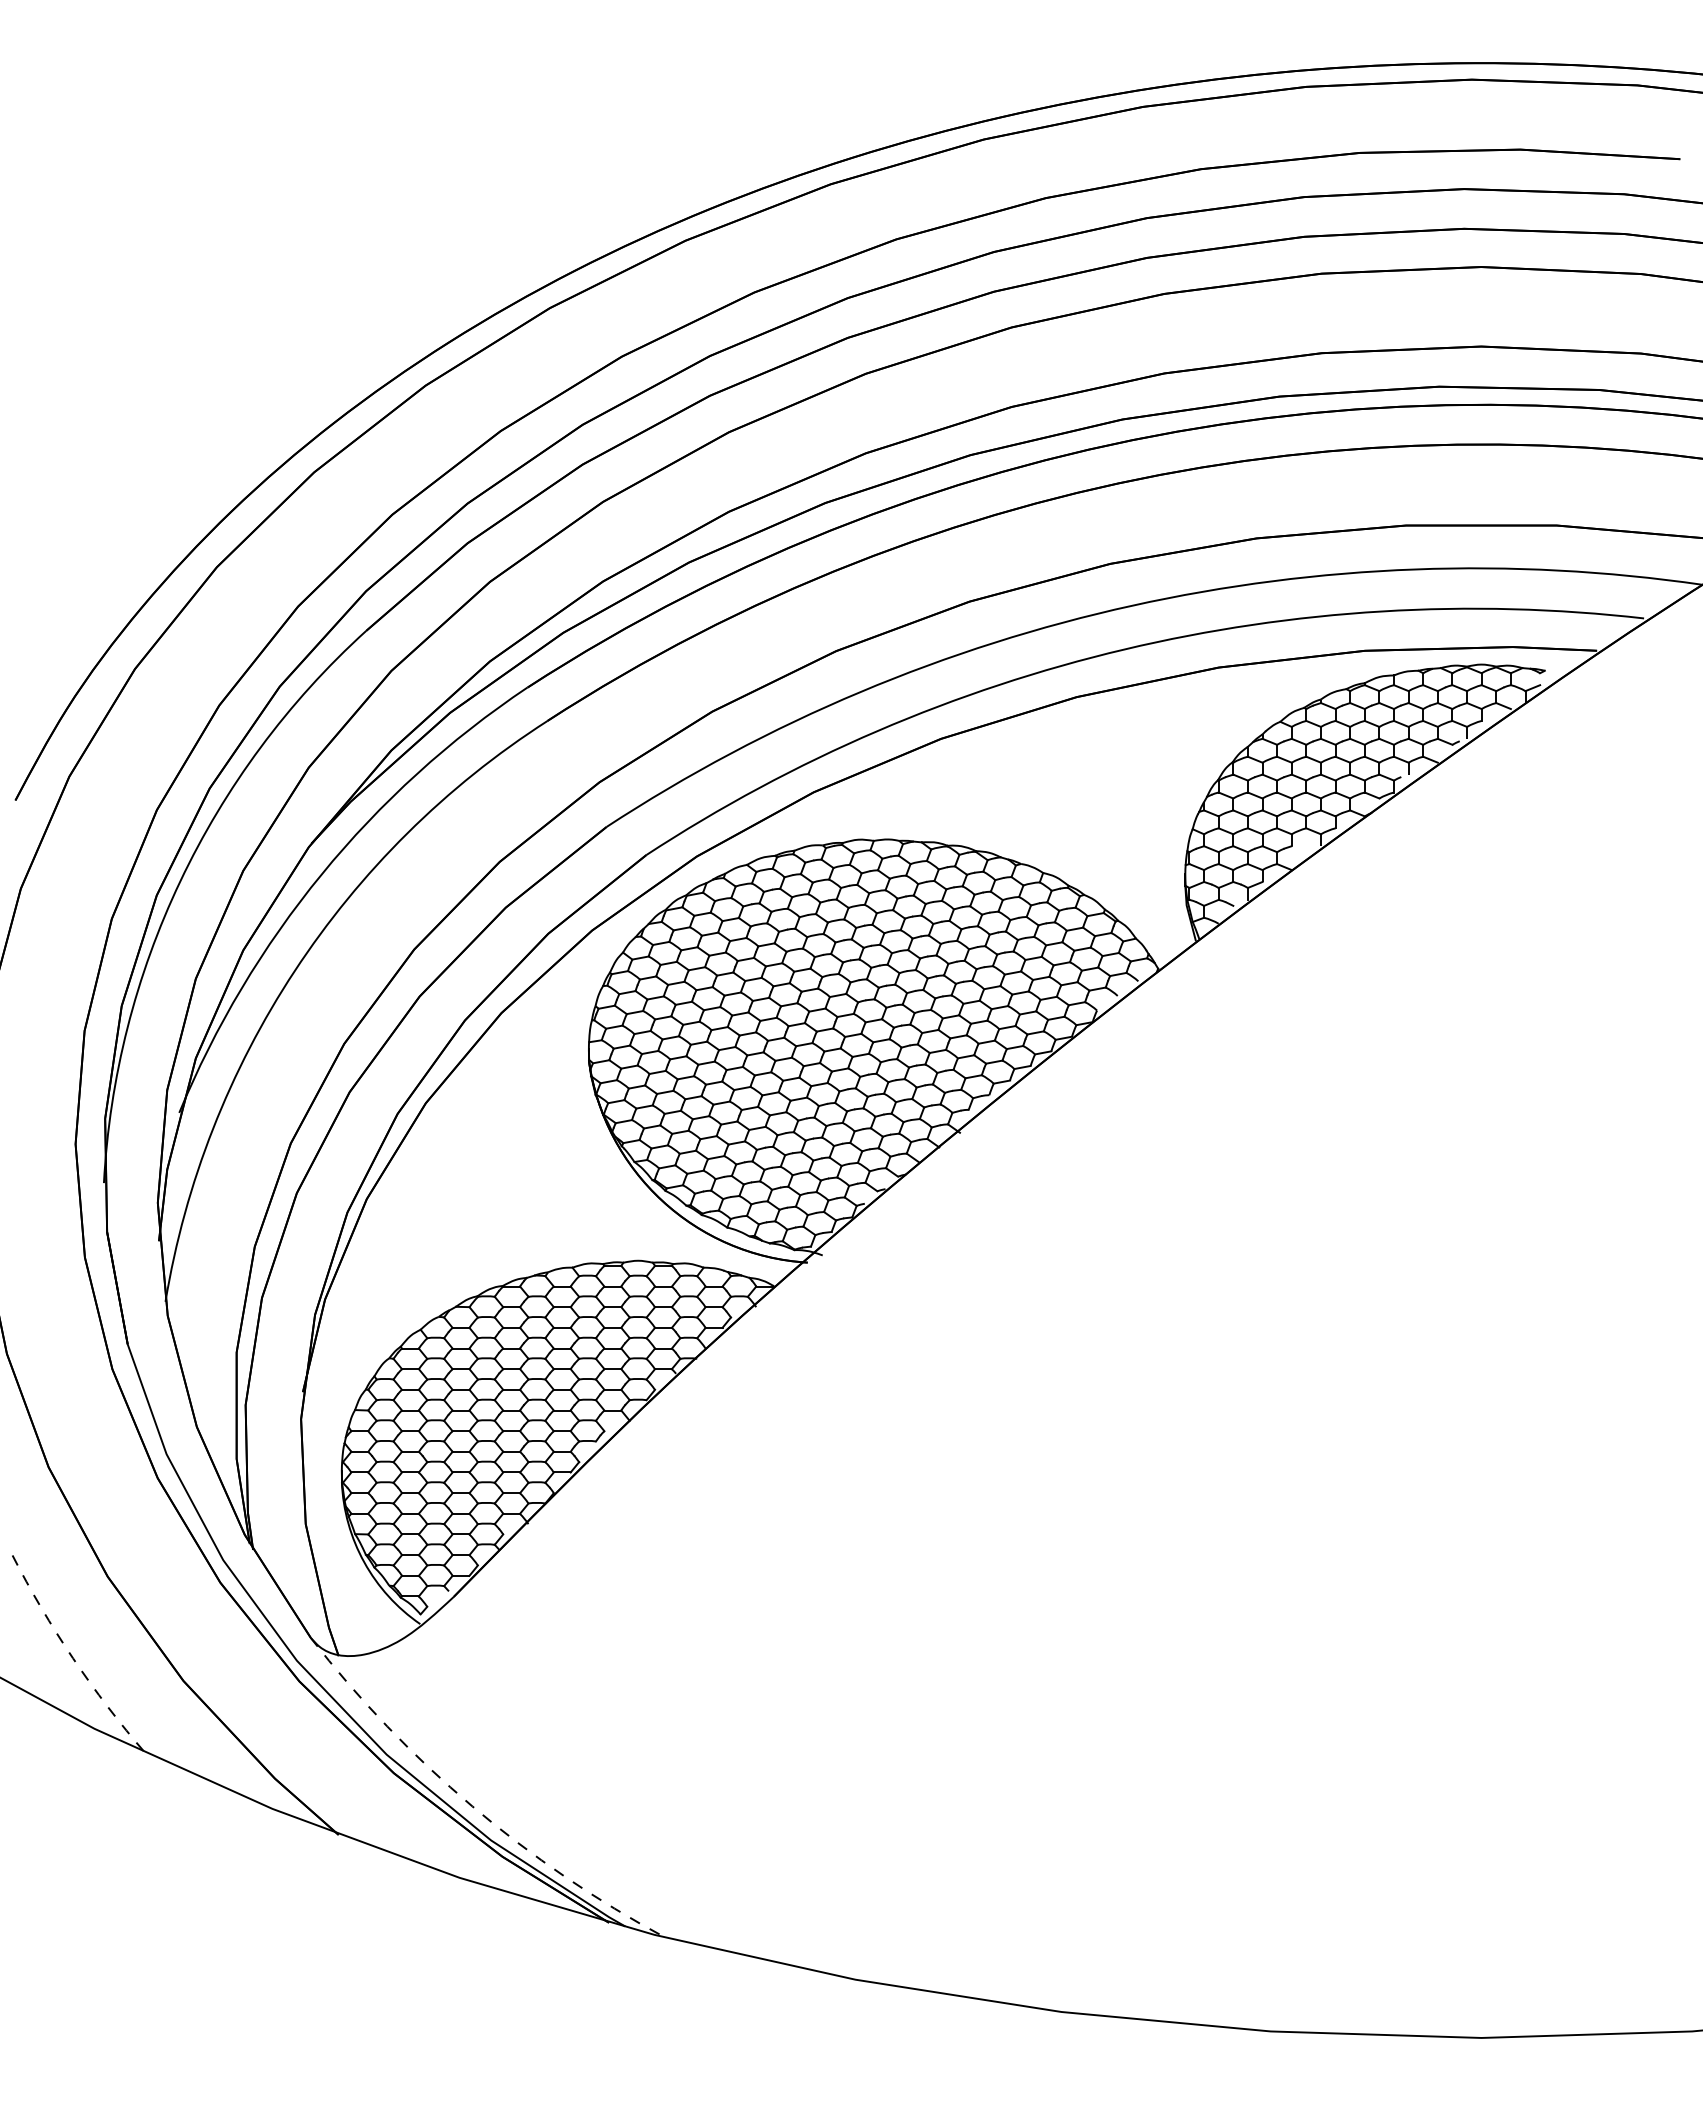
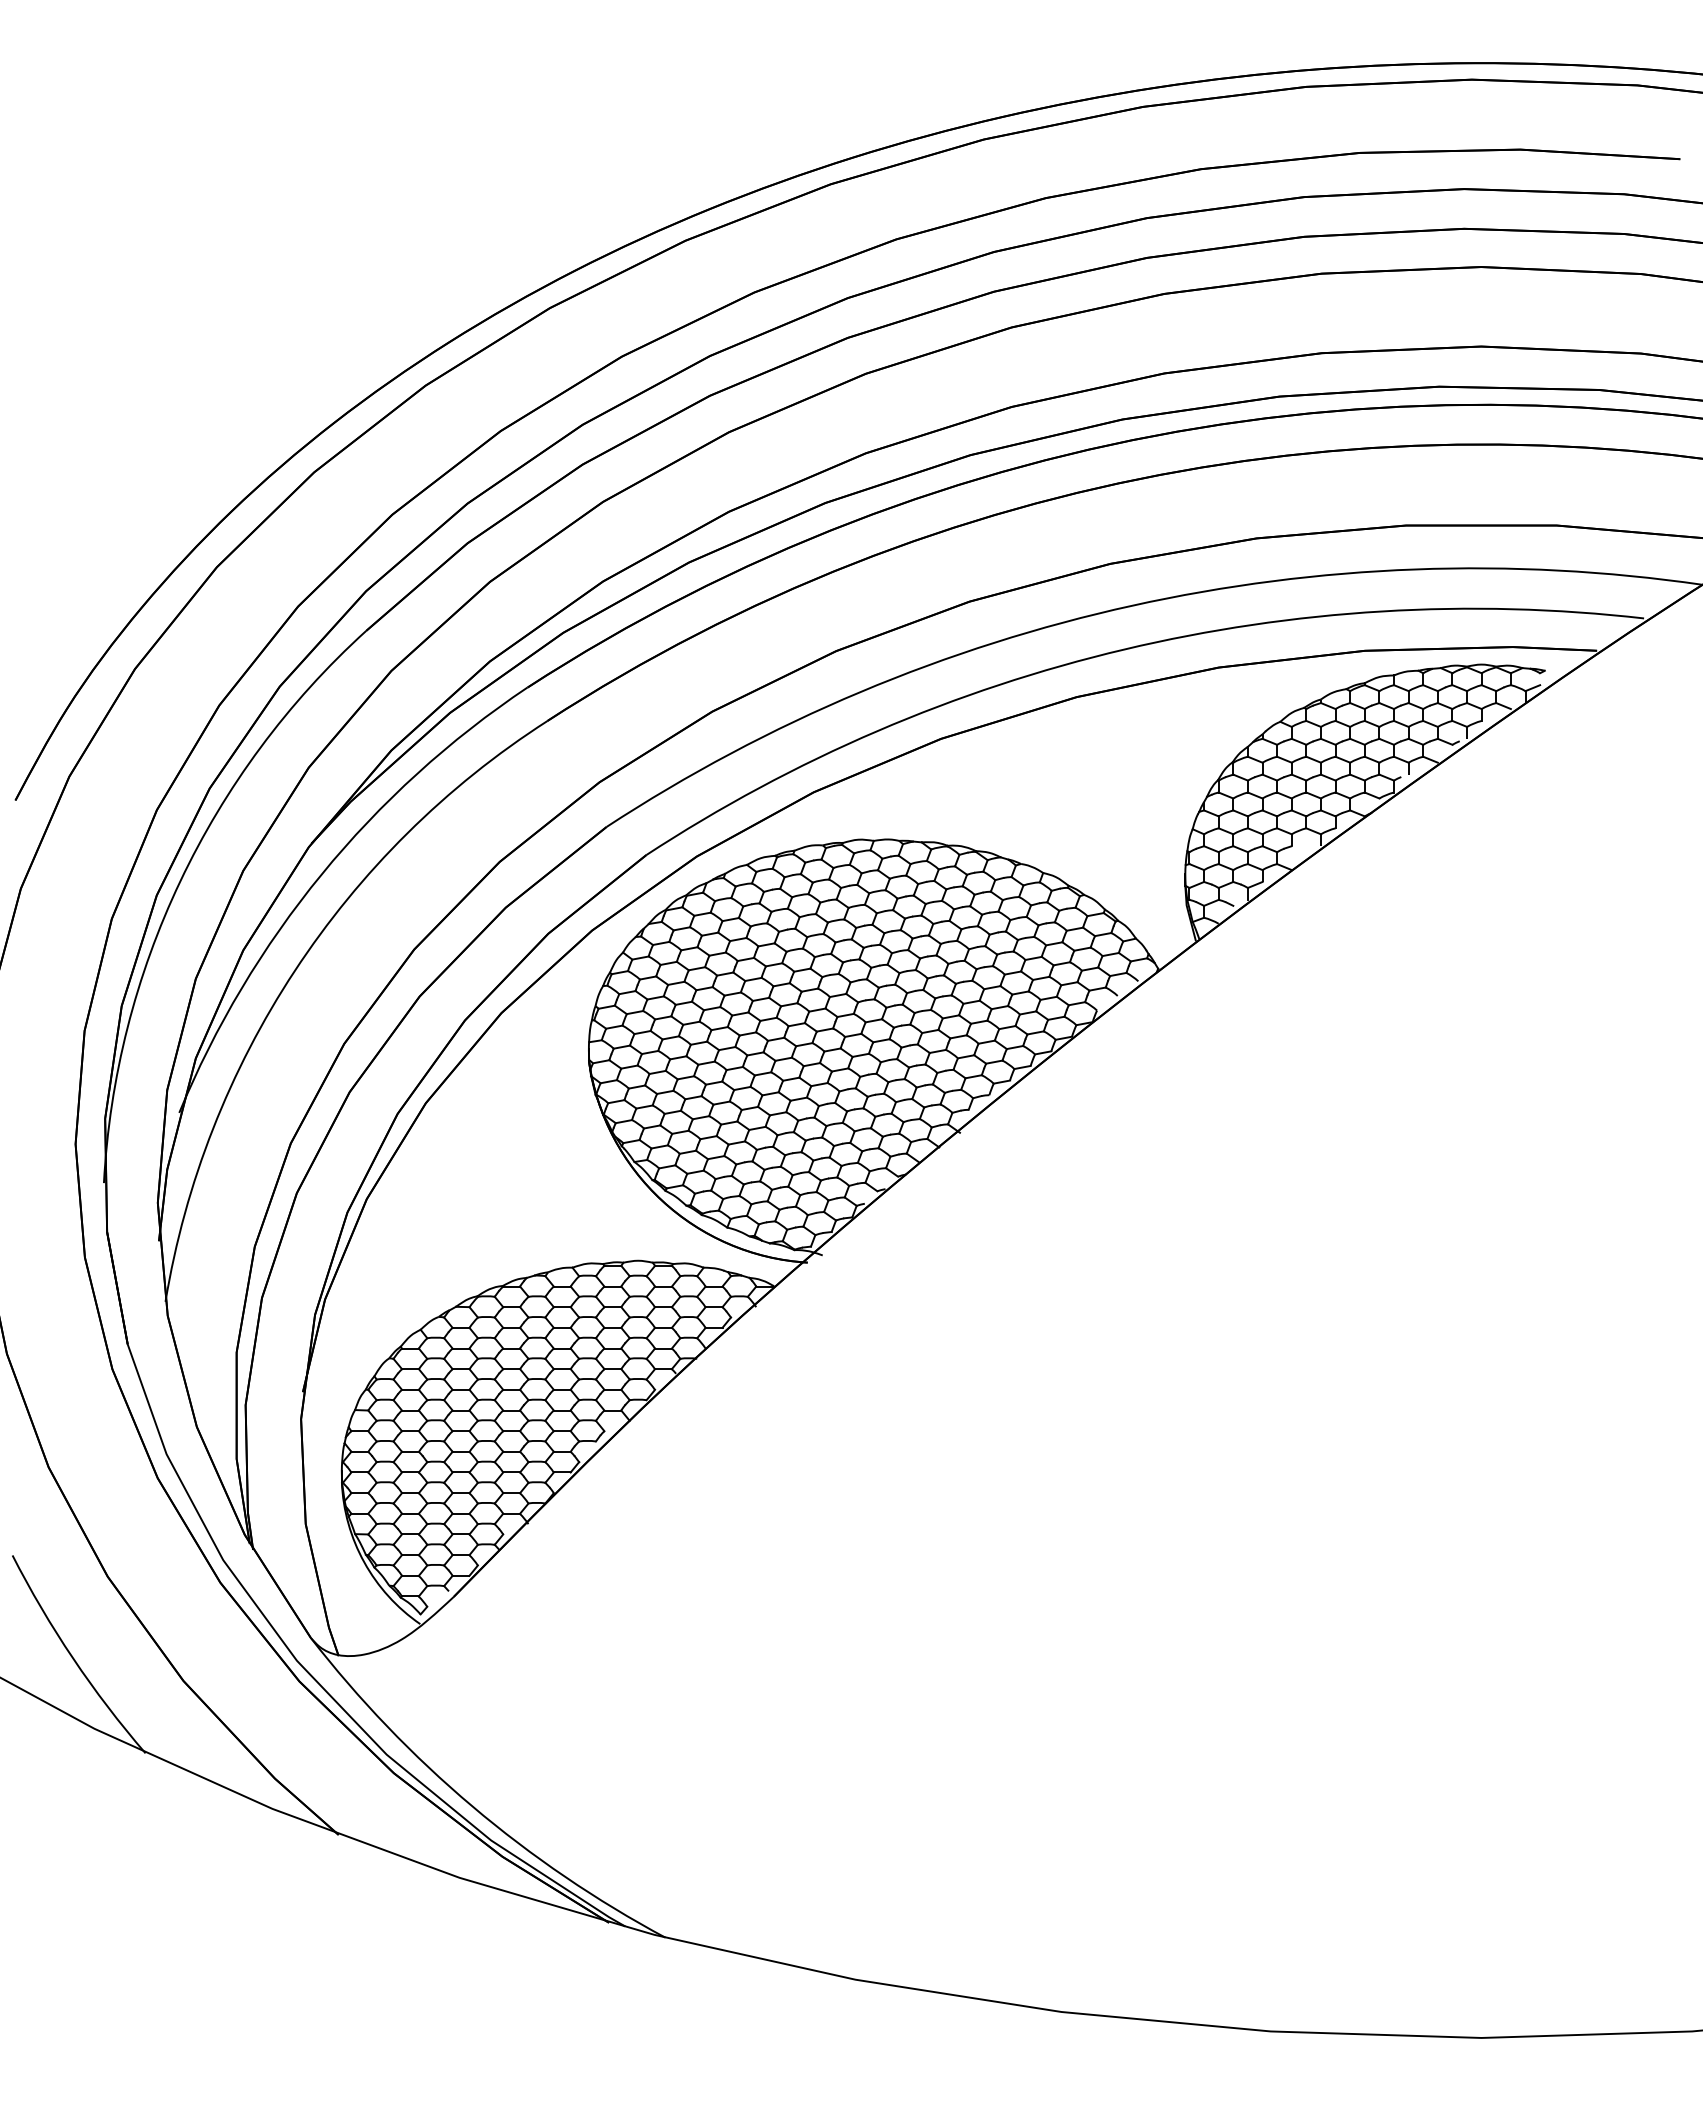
arc at (73, 1658): dashed -> solid
arc at (472, 1806): dashed -> solid
